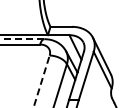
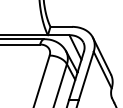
line at (22, 39): dashed -> solid
line at (41, 81): dashed -> solid
